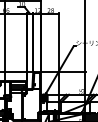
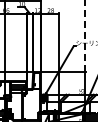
line at (85, 36): solid -> dashed
